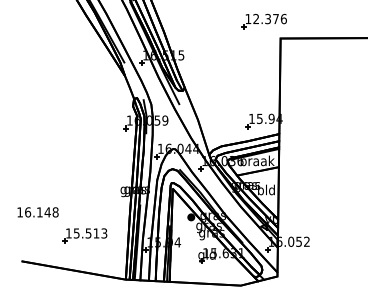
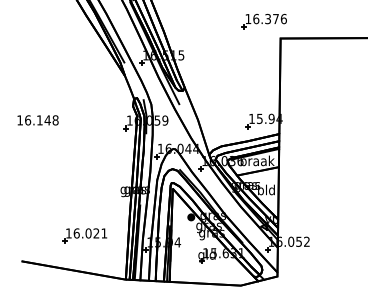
text at (256, 18): 12.376 -> 16.376
text at (37, 212) position: (37, 212) -> (37, 120)
text at (90, 233): 15.513 -> 16.021
